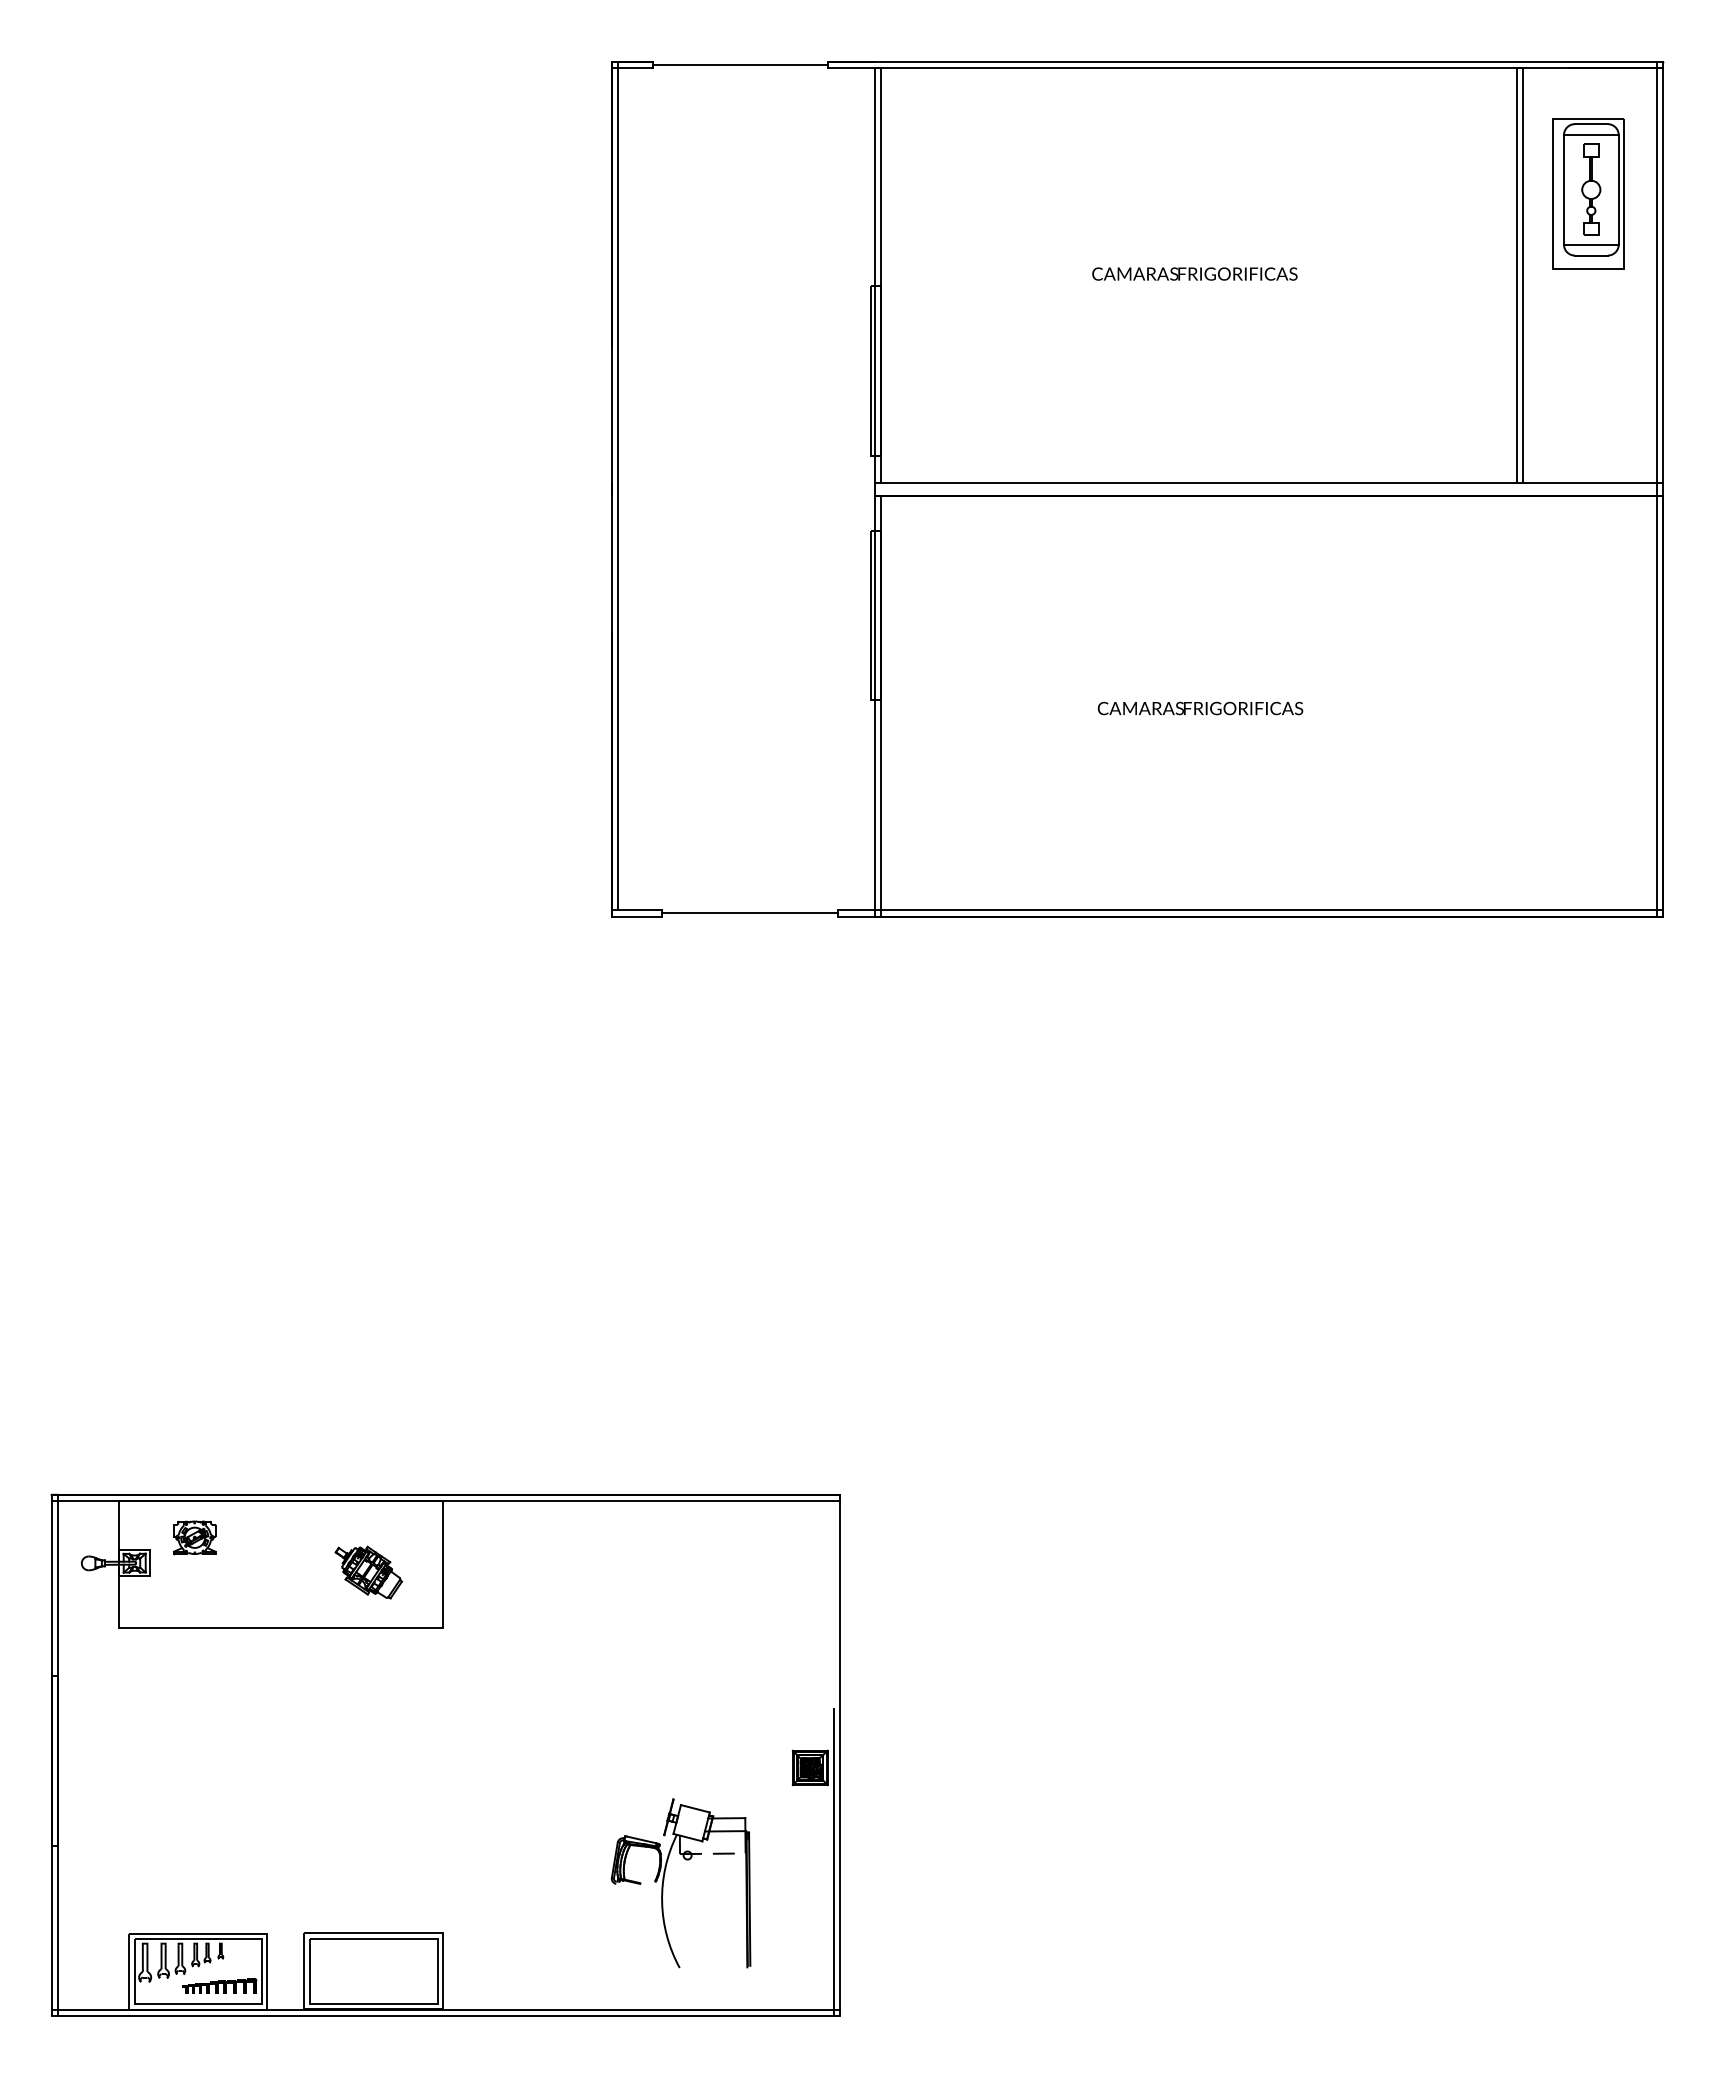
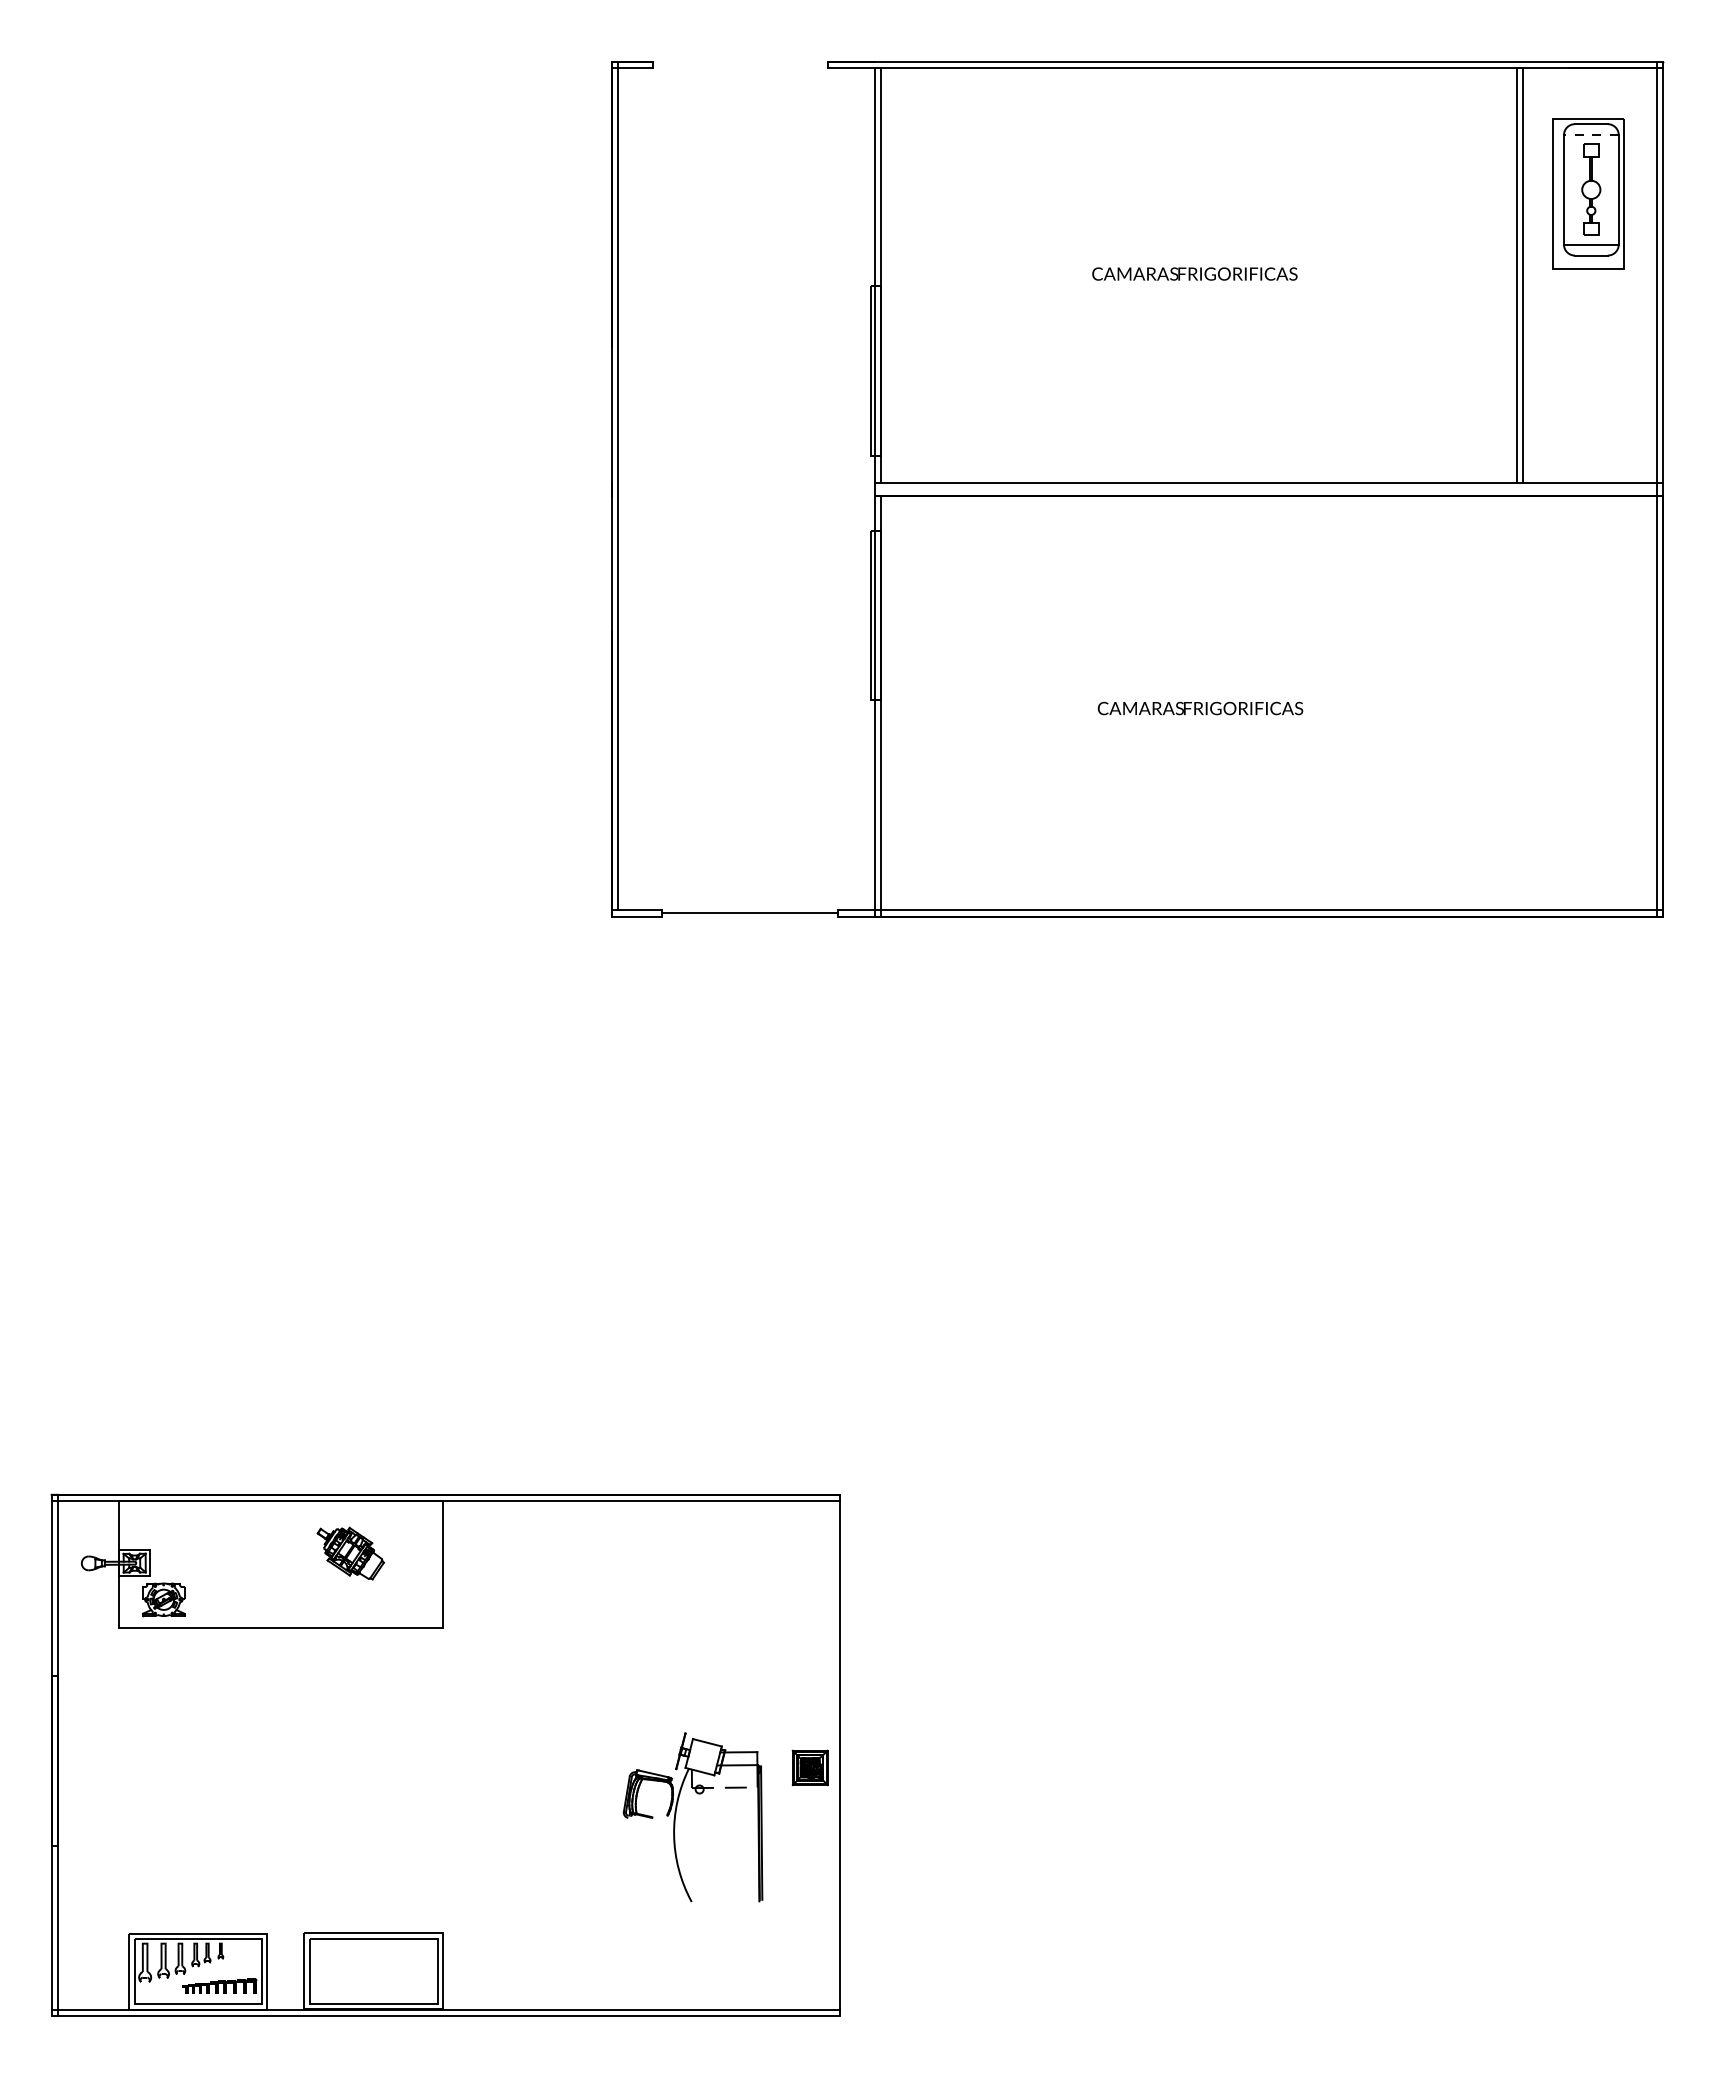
line at (739, 65): present -> none
line at (1590, 135): solid -> dashed
part at (194, 1537) position: (194, 1537) -> (163, 1599)
part at (368, 1572) position: (368, 1572) -> (350, 1553)
line at (834, 1862): present -> none
part at (664, 1880) position: (664, 1880) -> (676, 1814)
